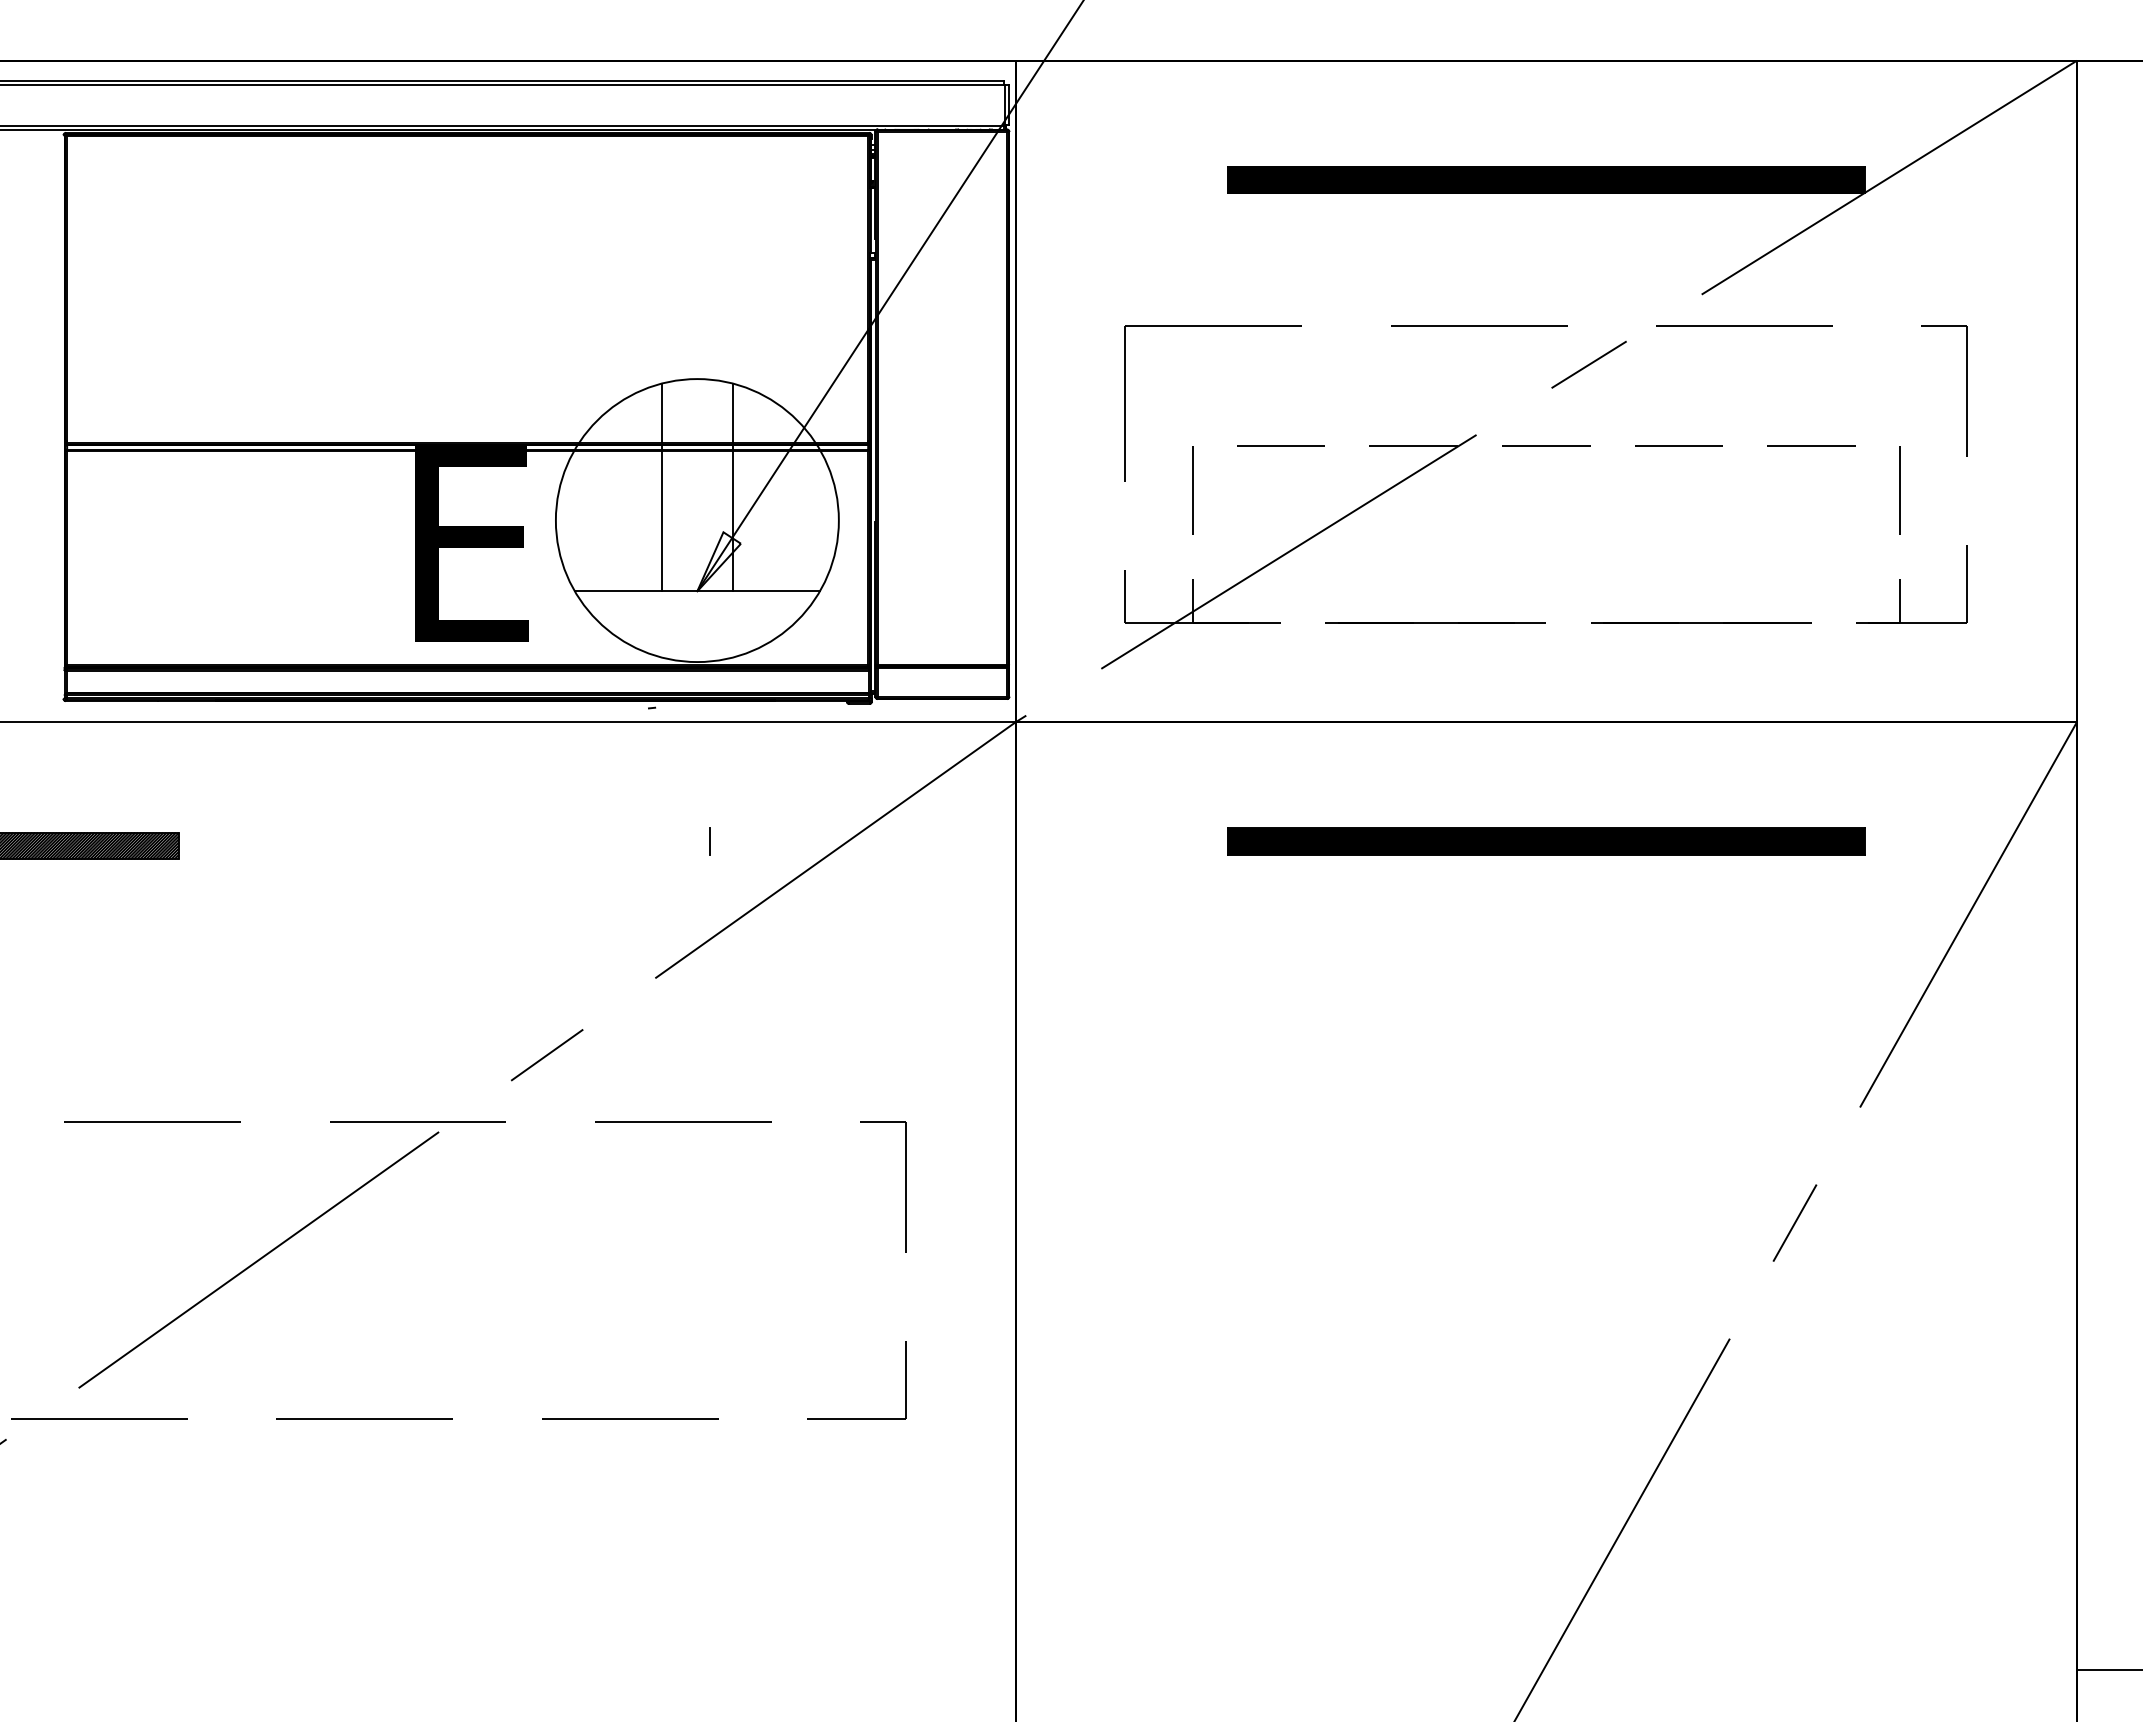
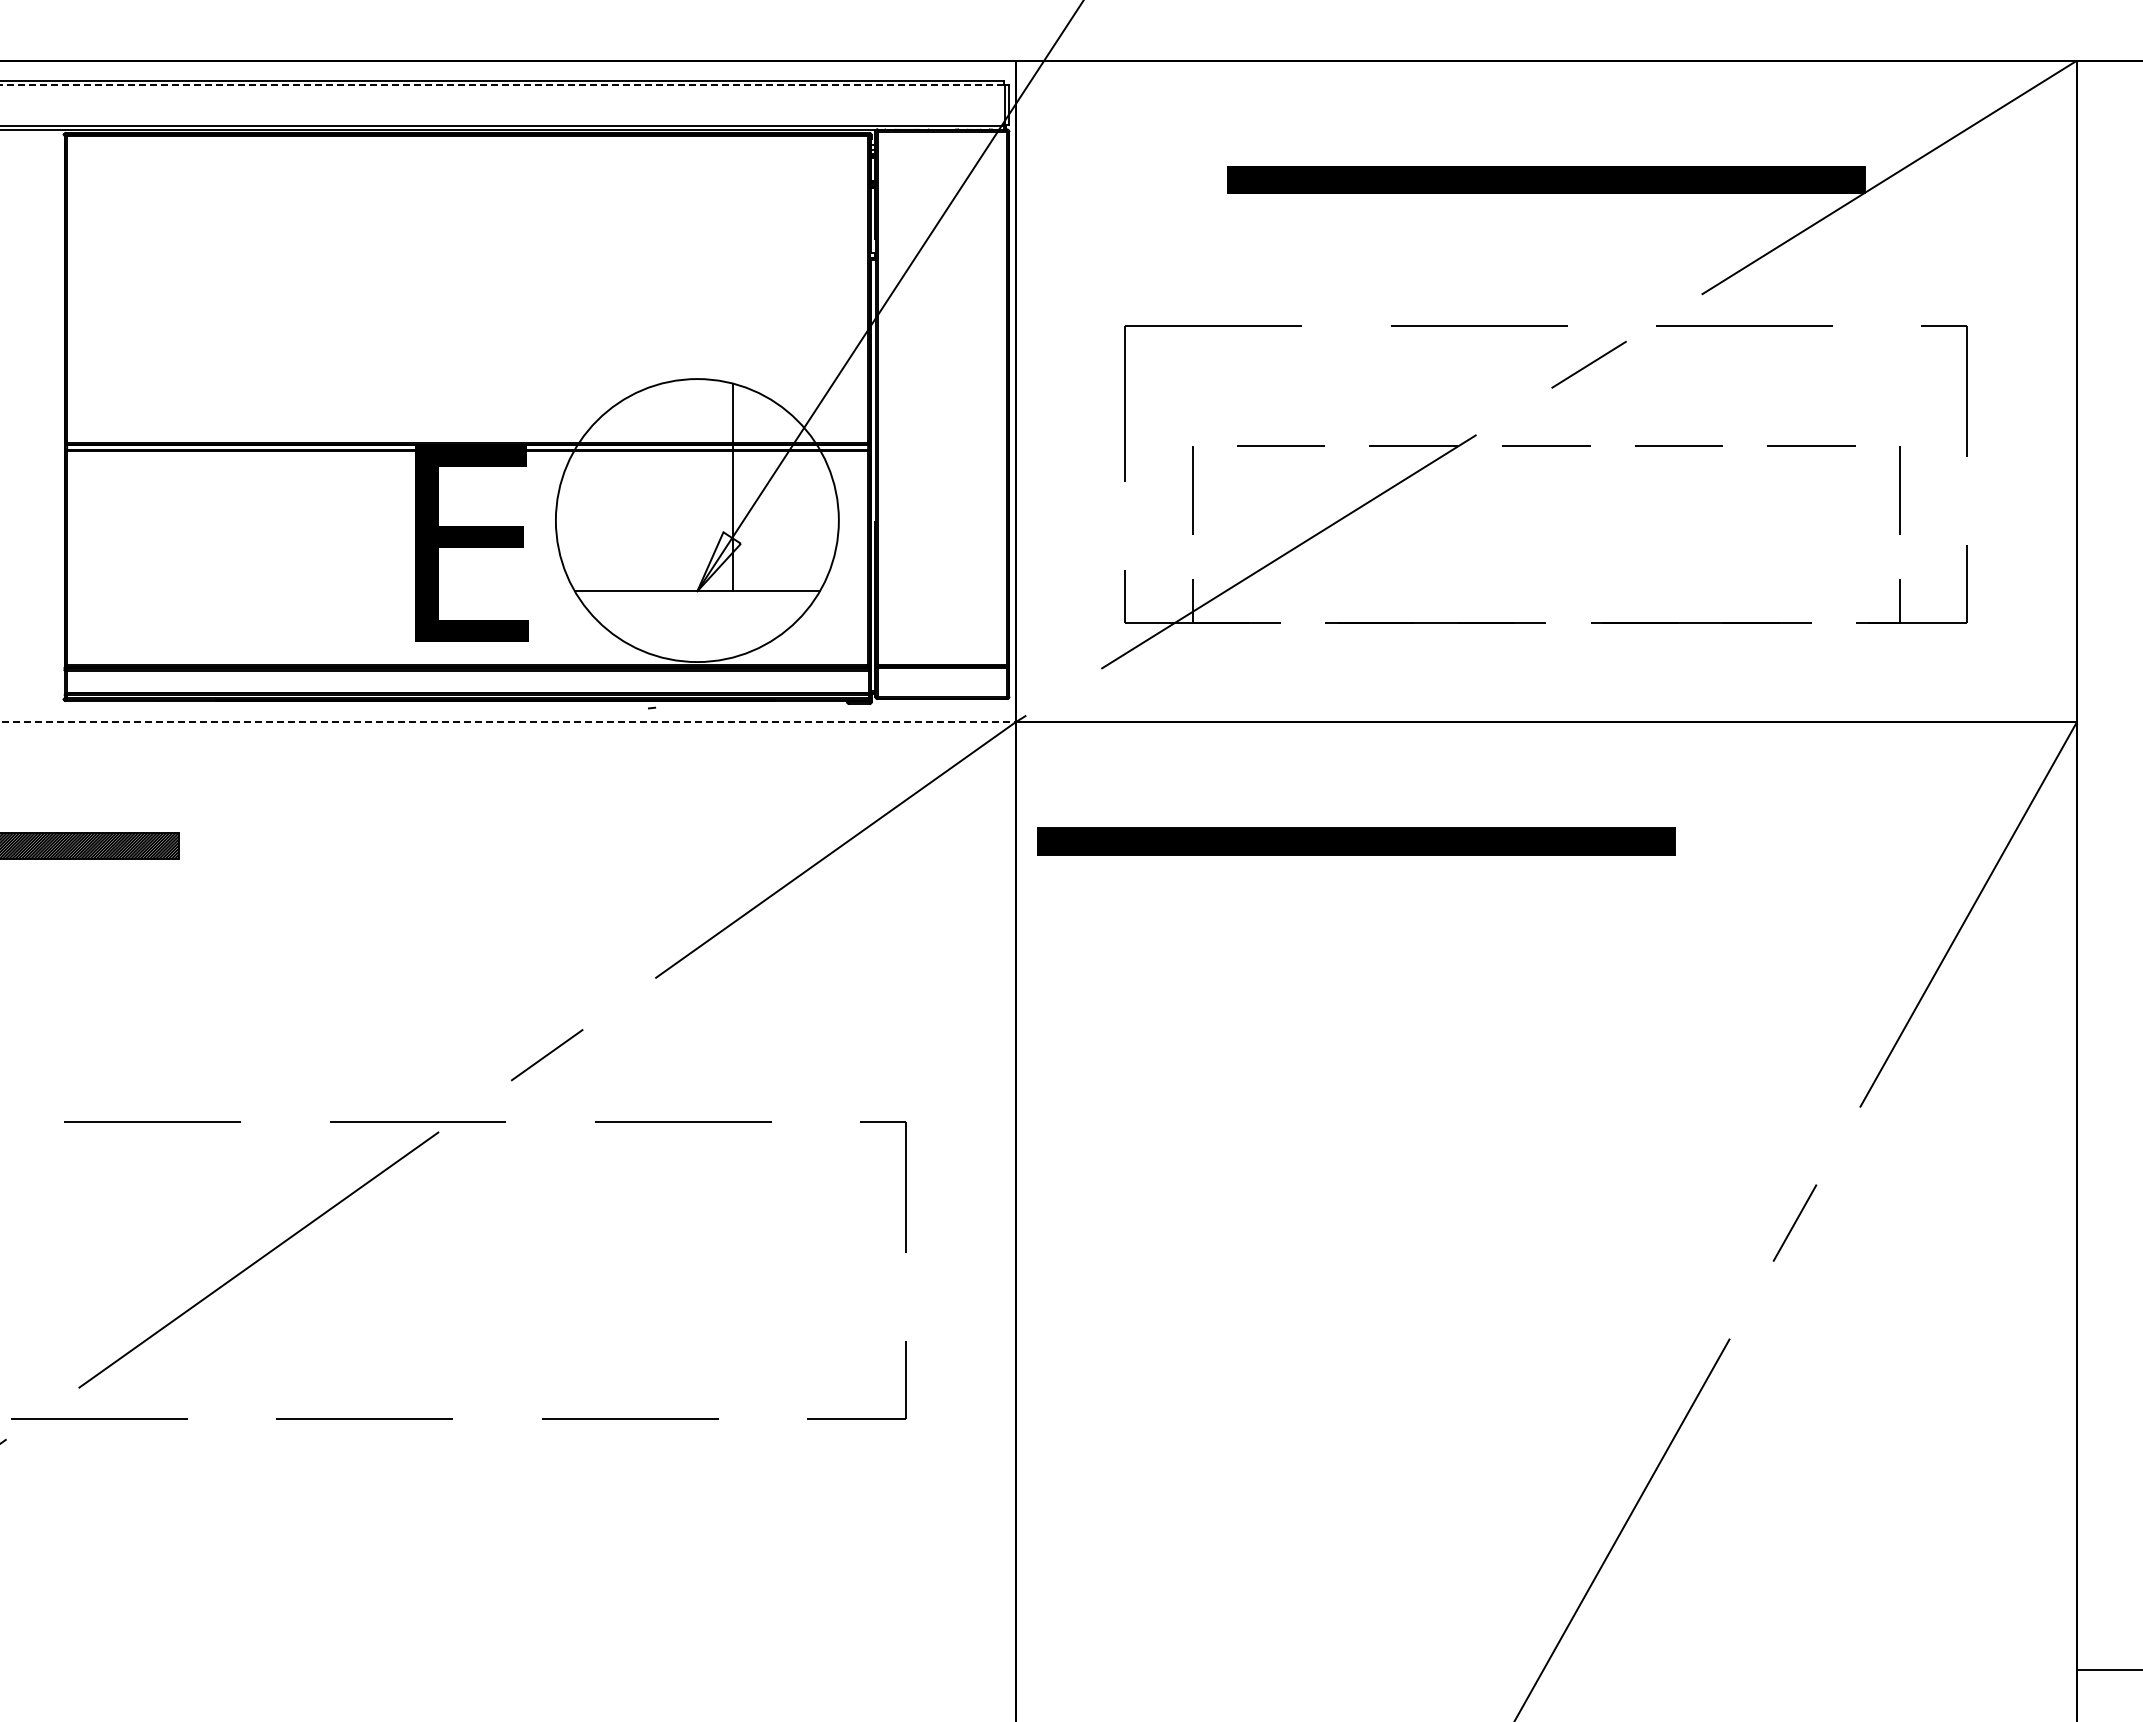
line at (502, 85): solid -> dashed
line at (662, 487): present -> none
line at (508, 722): solid -> dashed
line at (709, 841): present -> none
part at (1546, 841) position: (1546, 841) -> (1356, 841)
